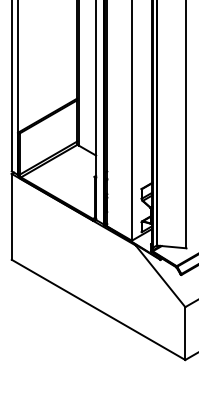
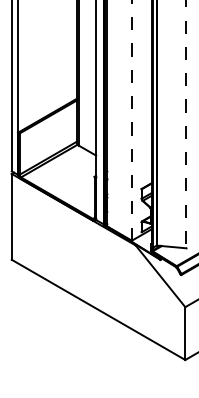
line at (131, 120): solid -> dashed
line at (186, 124): solid -> dashed
